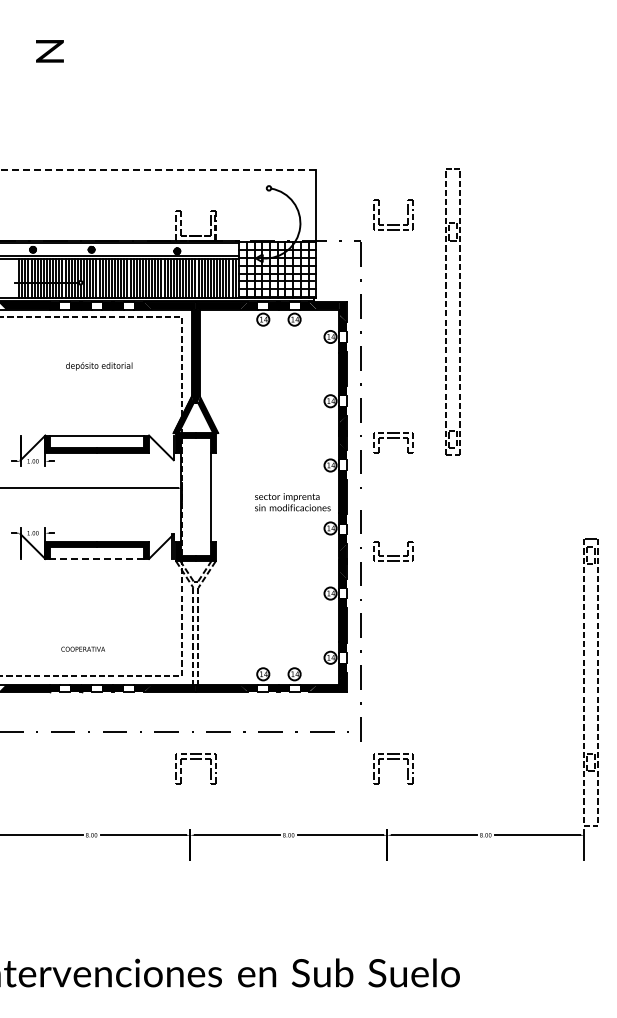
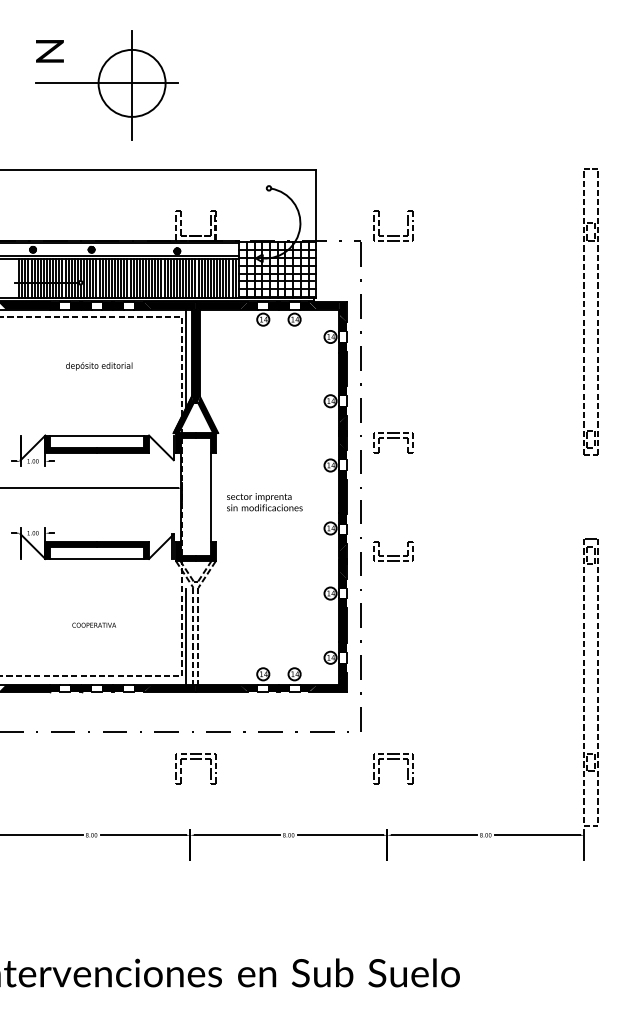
part at (106, 85): none -> present
line at (158, 169): dashed -> solid
part at (393, 224) position: (393, 224) -> (393, 235)
part at (452, 311) position: (452, 311) -> (590, 311)
line at (186, 358): none -> present
text at (292, 502) position: (292, 502) -> (264, 502)
line at (97, 558): dashed -> solid
line at (360, 625) position: (360, 625) -> (360, 615)
line at (186, 636): none -> present
text at (82, 648) position: (82, 648) -> (93, 624)
